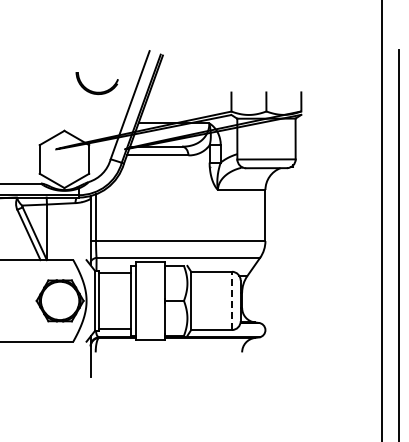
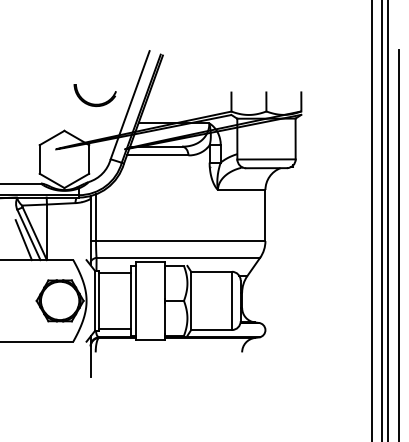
part at (96, 91) position: (96, 91) -> (94, 103)
line at (371, 220): none -> present
line at (387, 220): none -> present
line at (23, 240): none -> present
line at (231, 300): dashed -> solid
